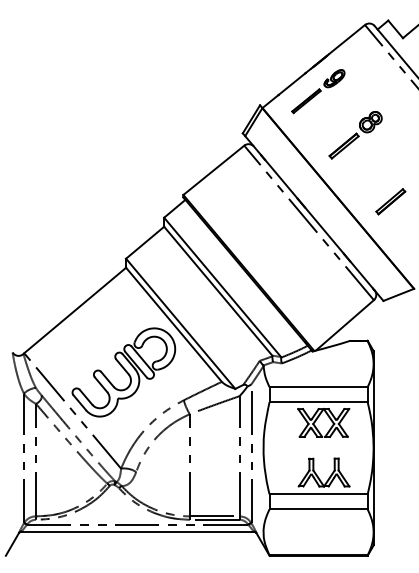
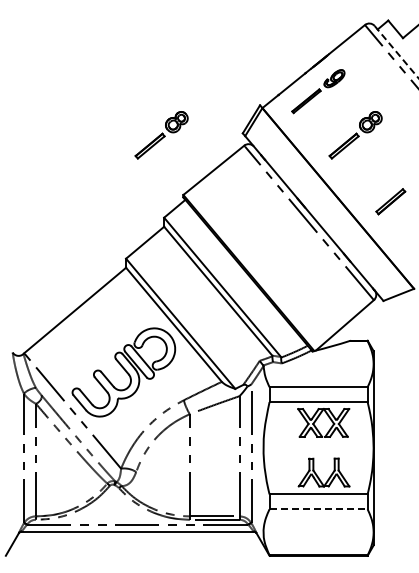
line at (397, 52): solid -> dashed
part at (161, 135): none -> present
line at (319, 509): solid -> dashed
